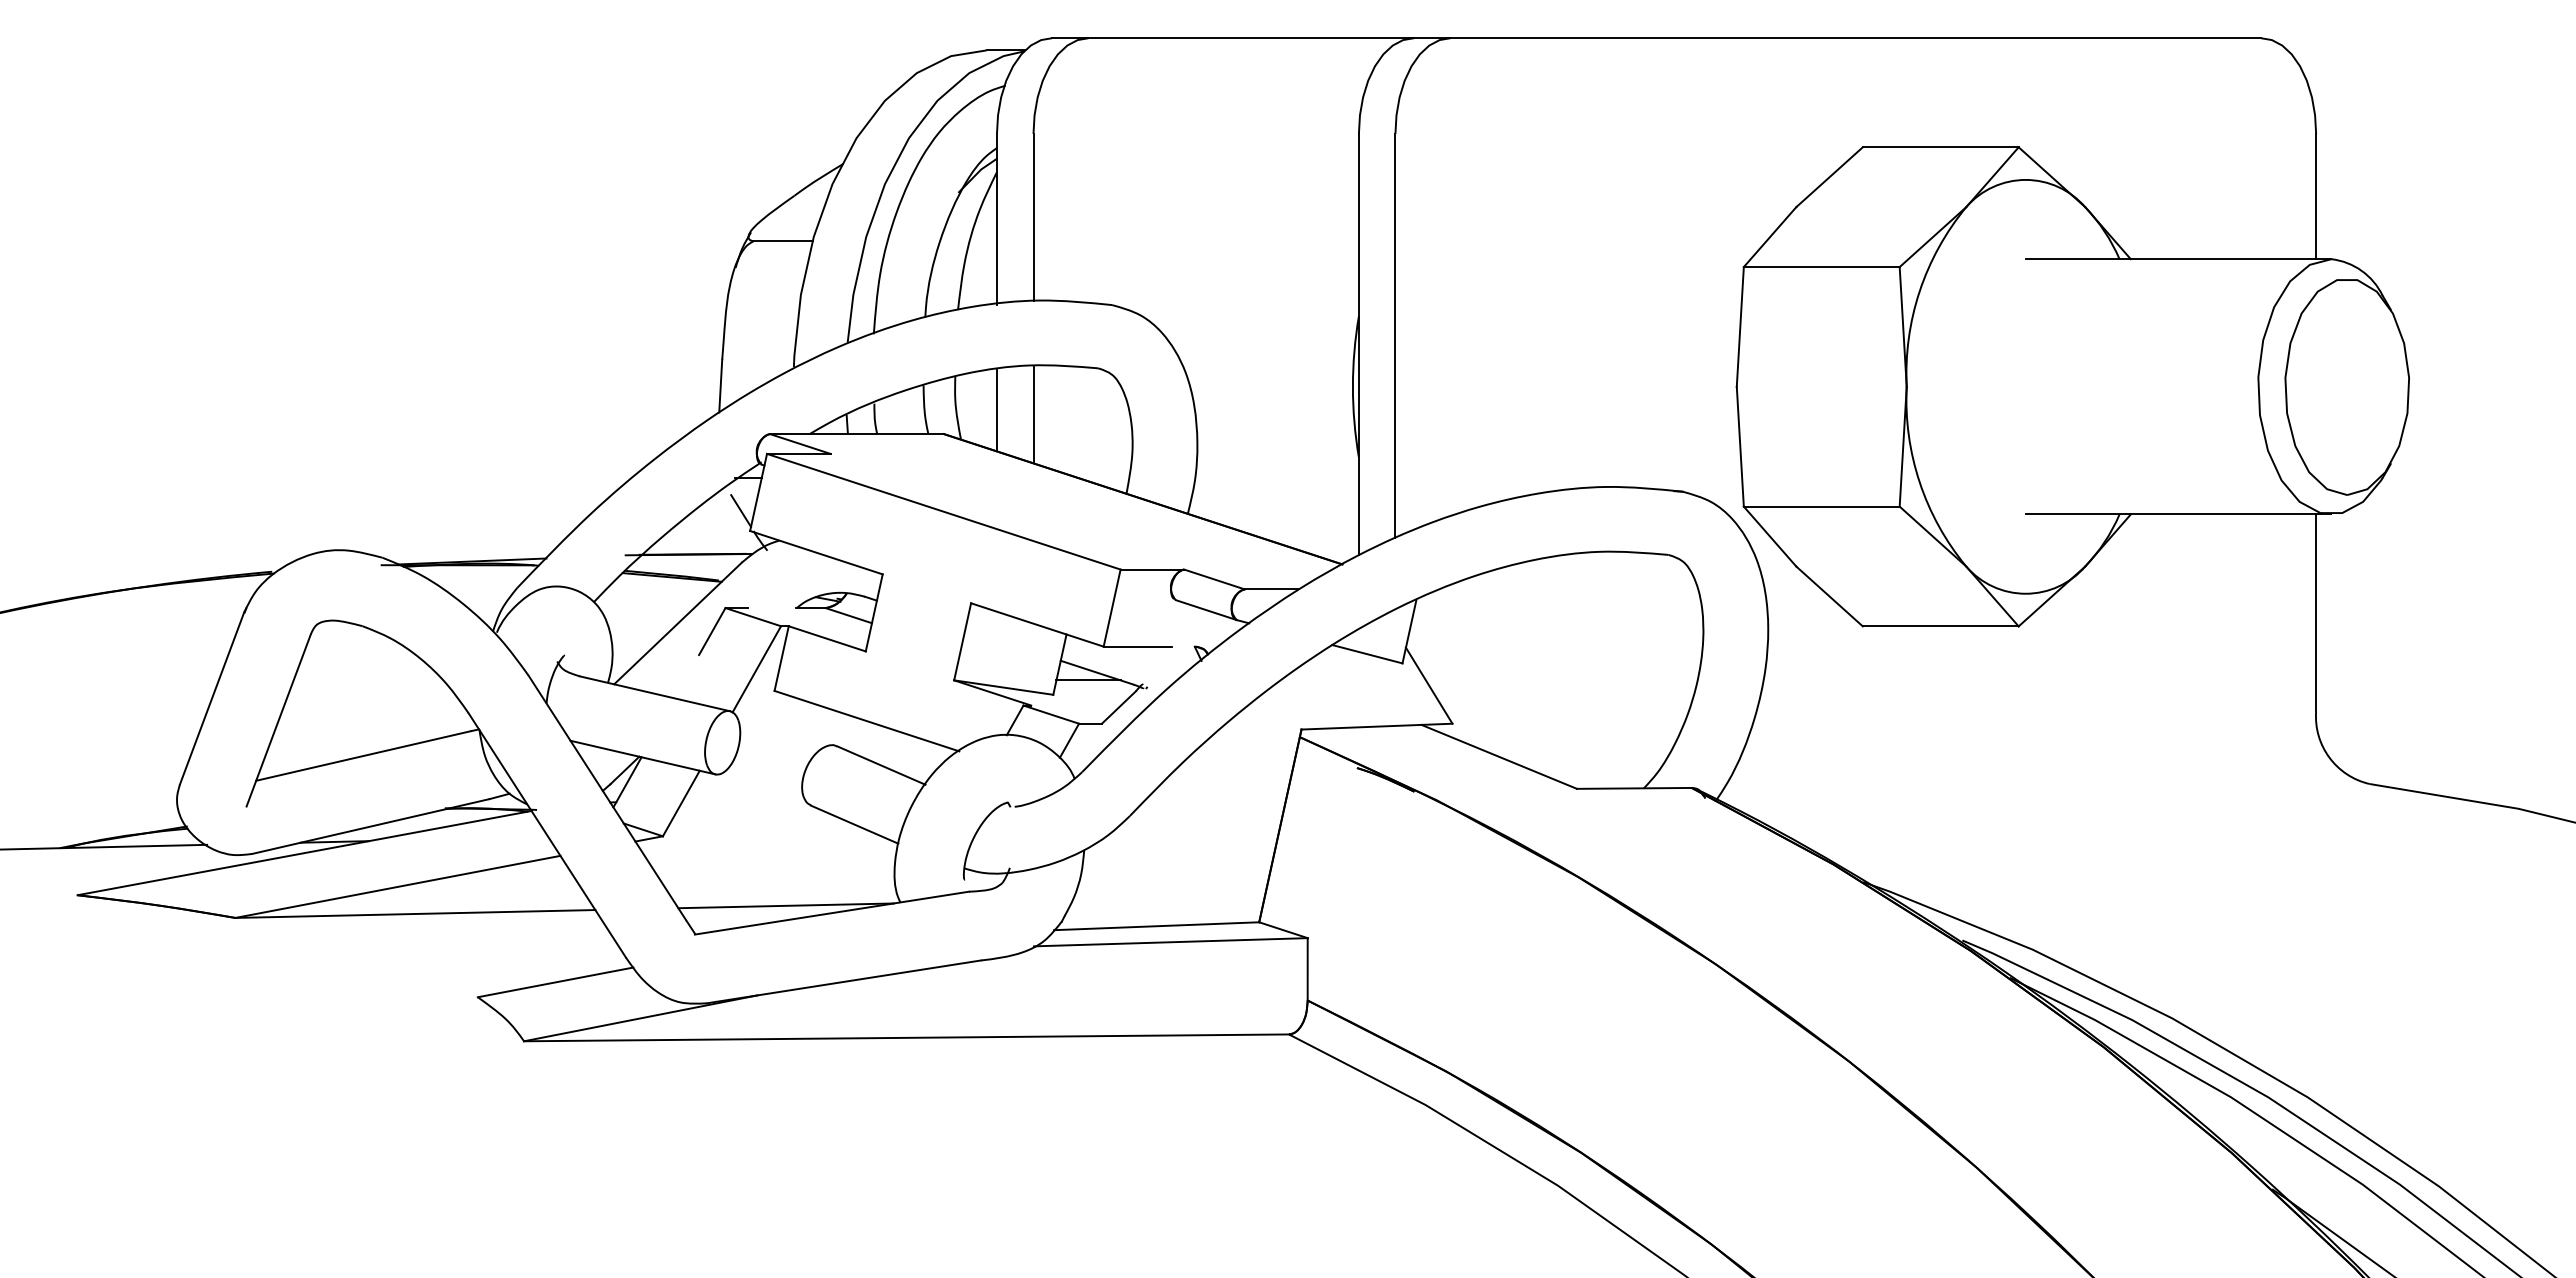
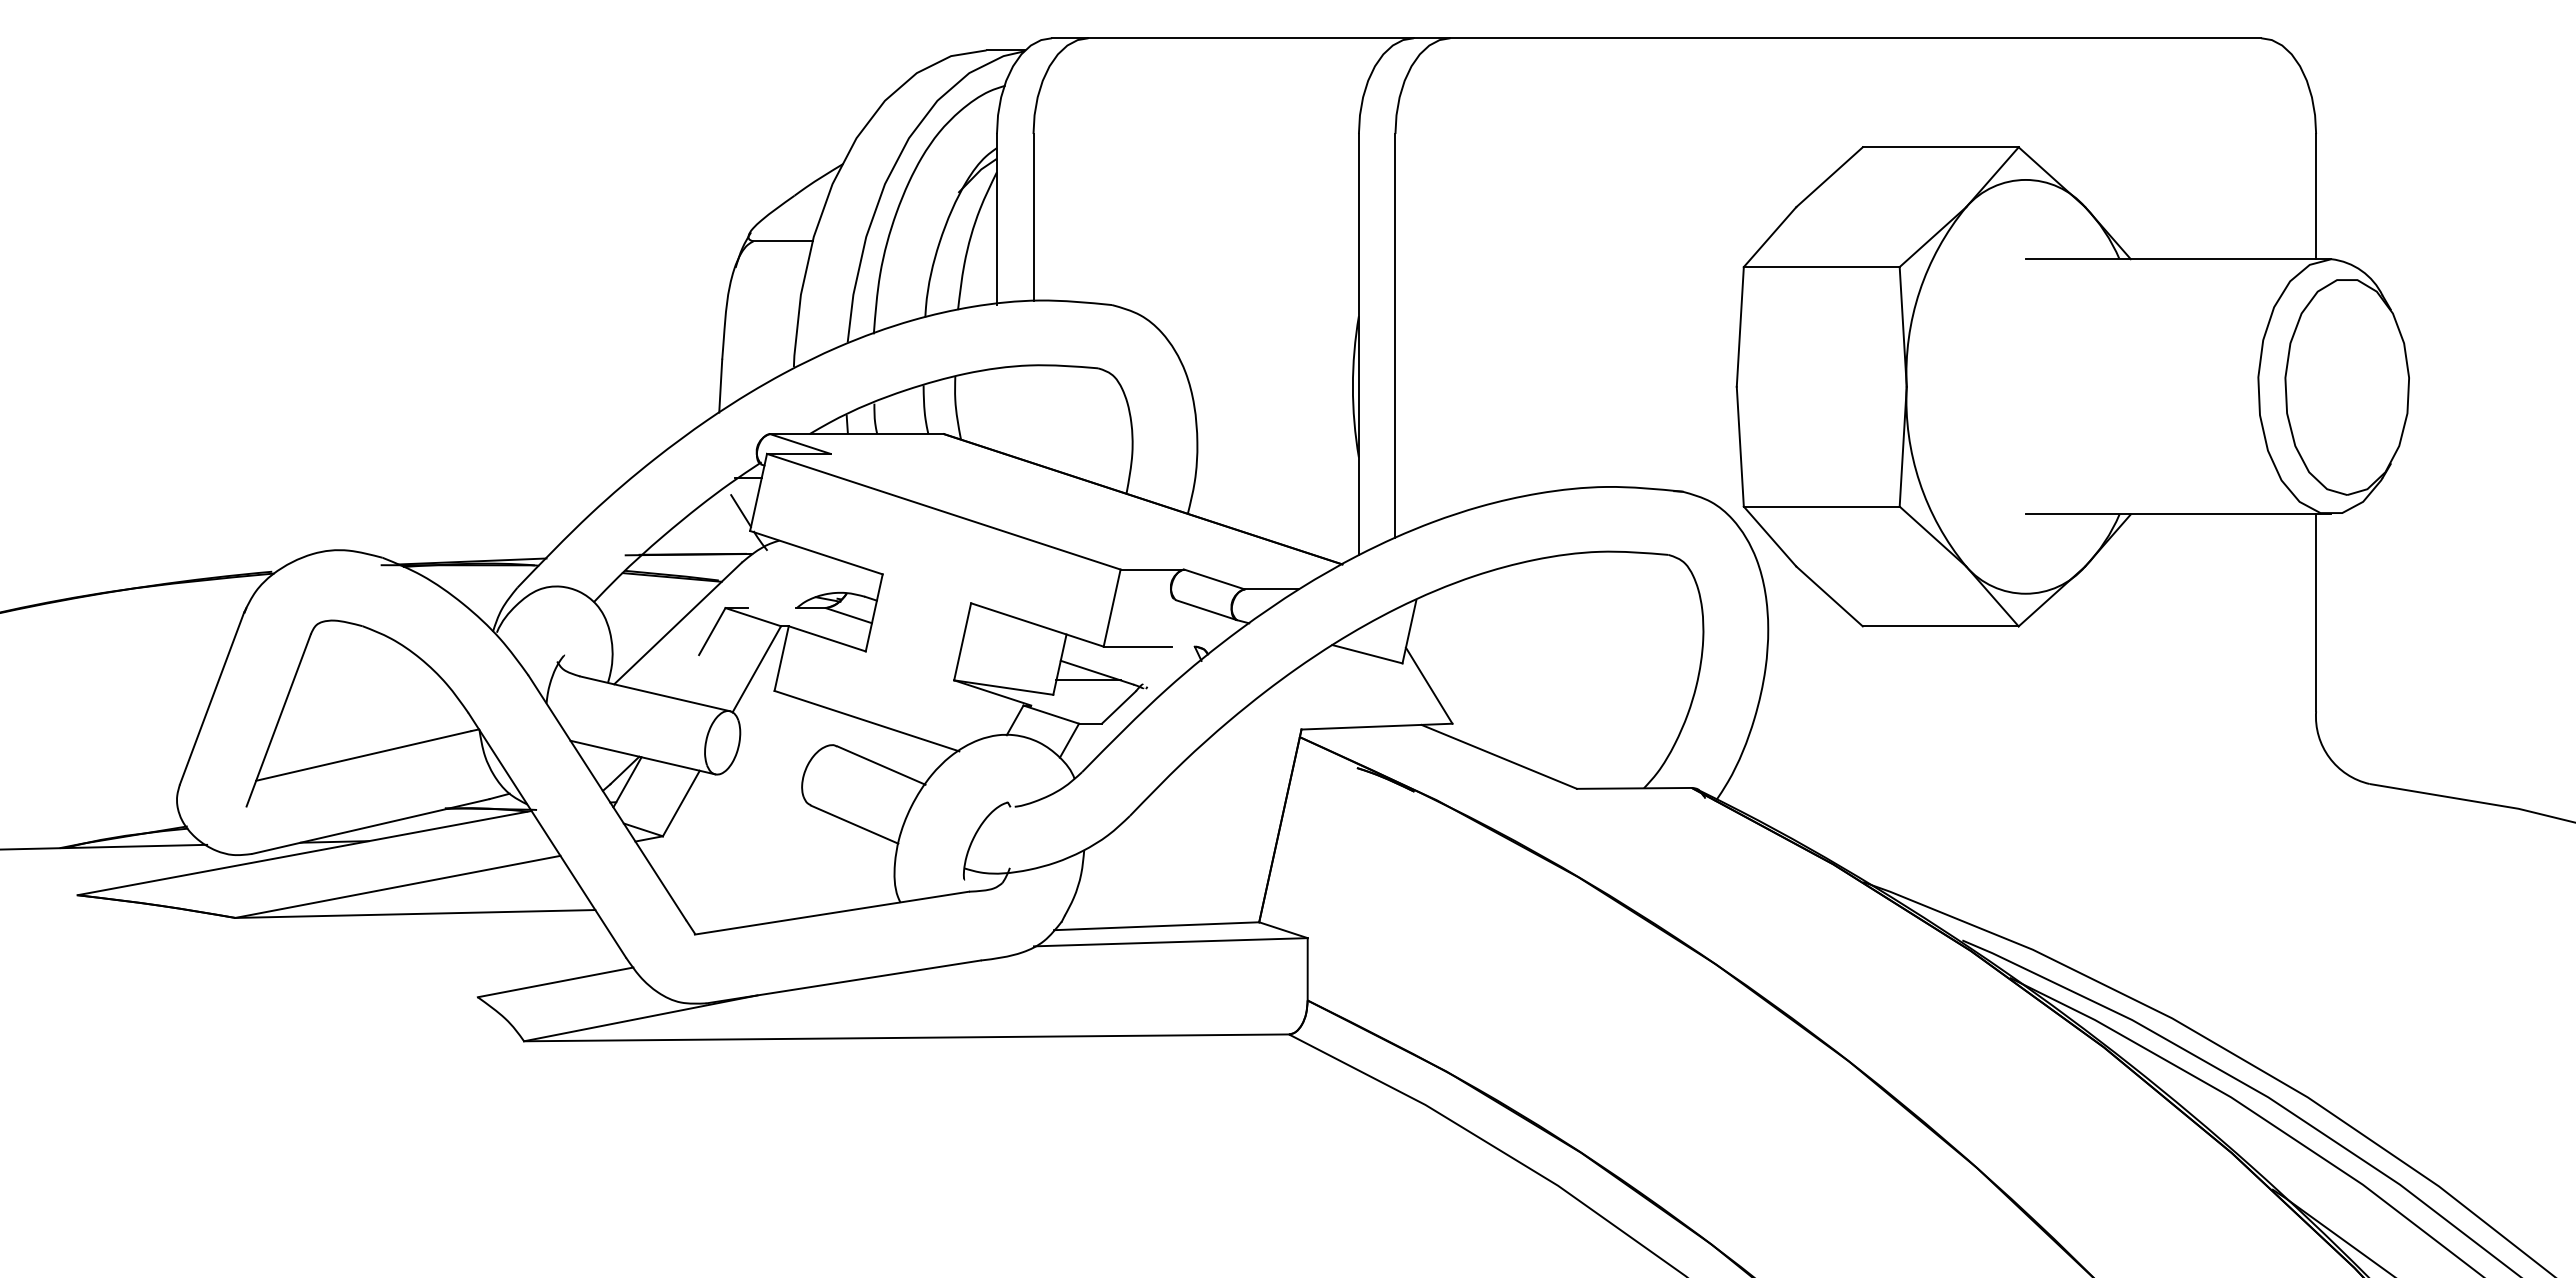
line at (996, 410): present -> none
line at (1033, 414): present -> none
line at (785, 905): present -> none
